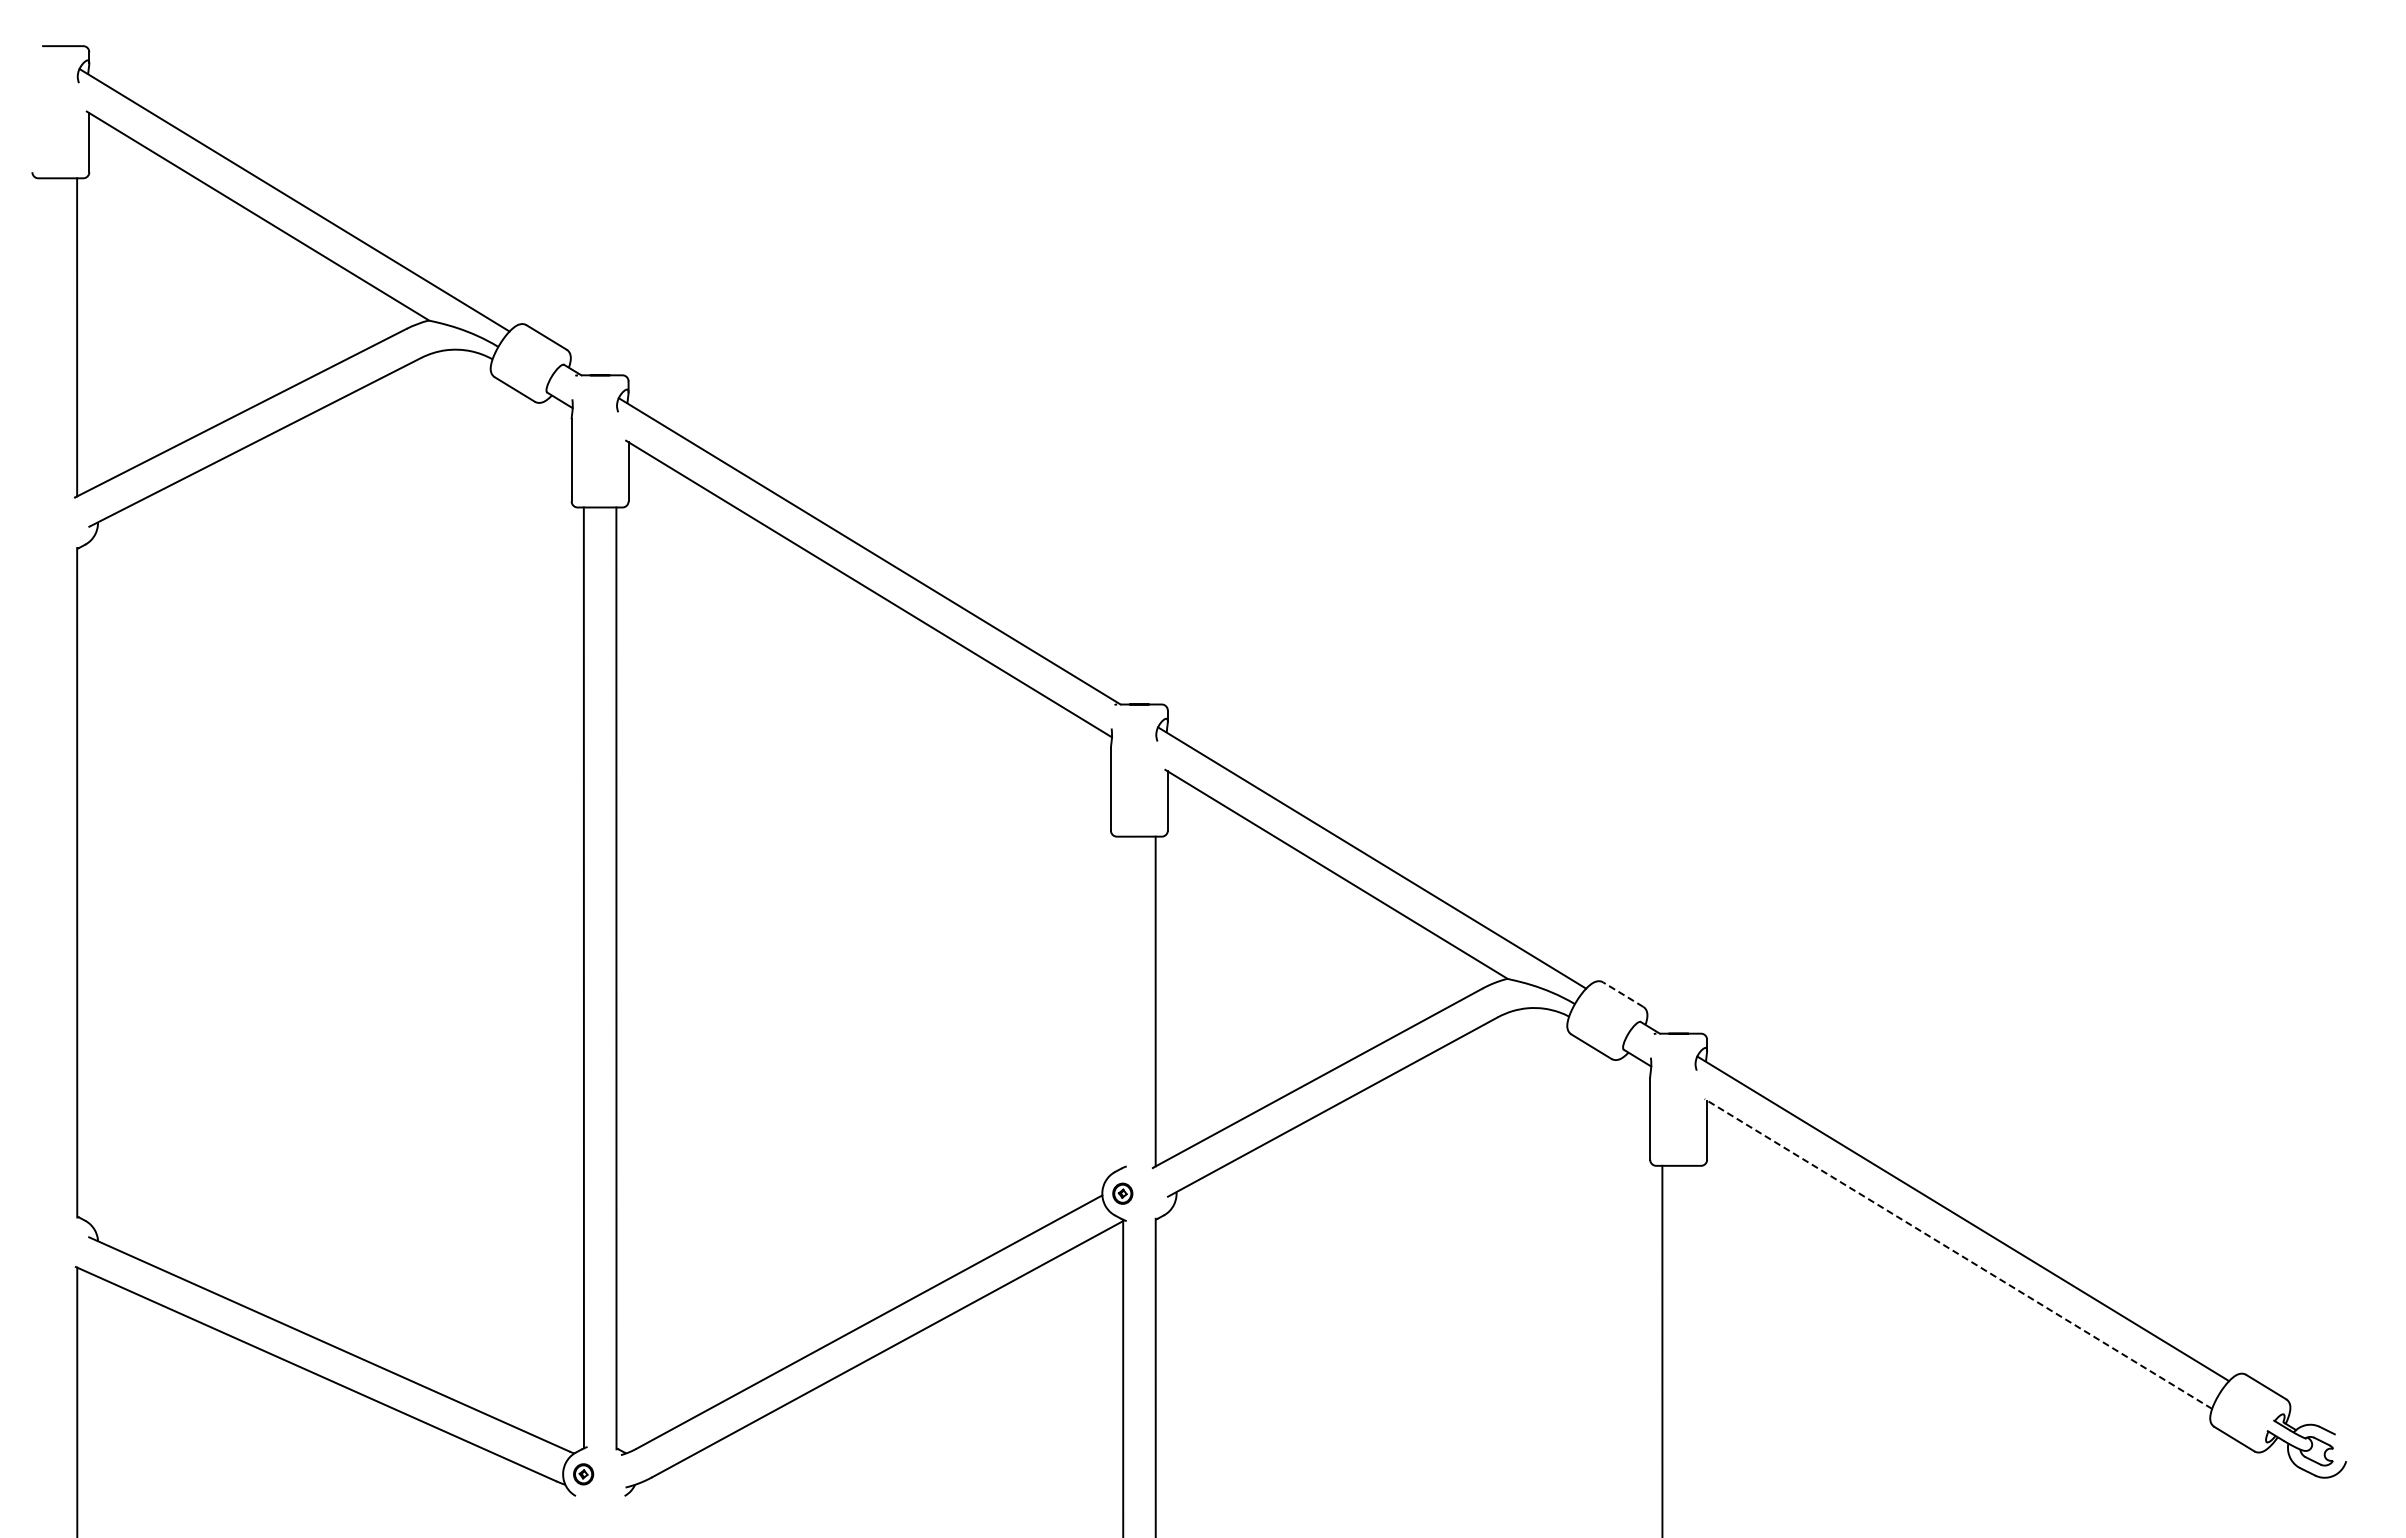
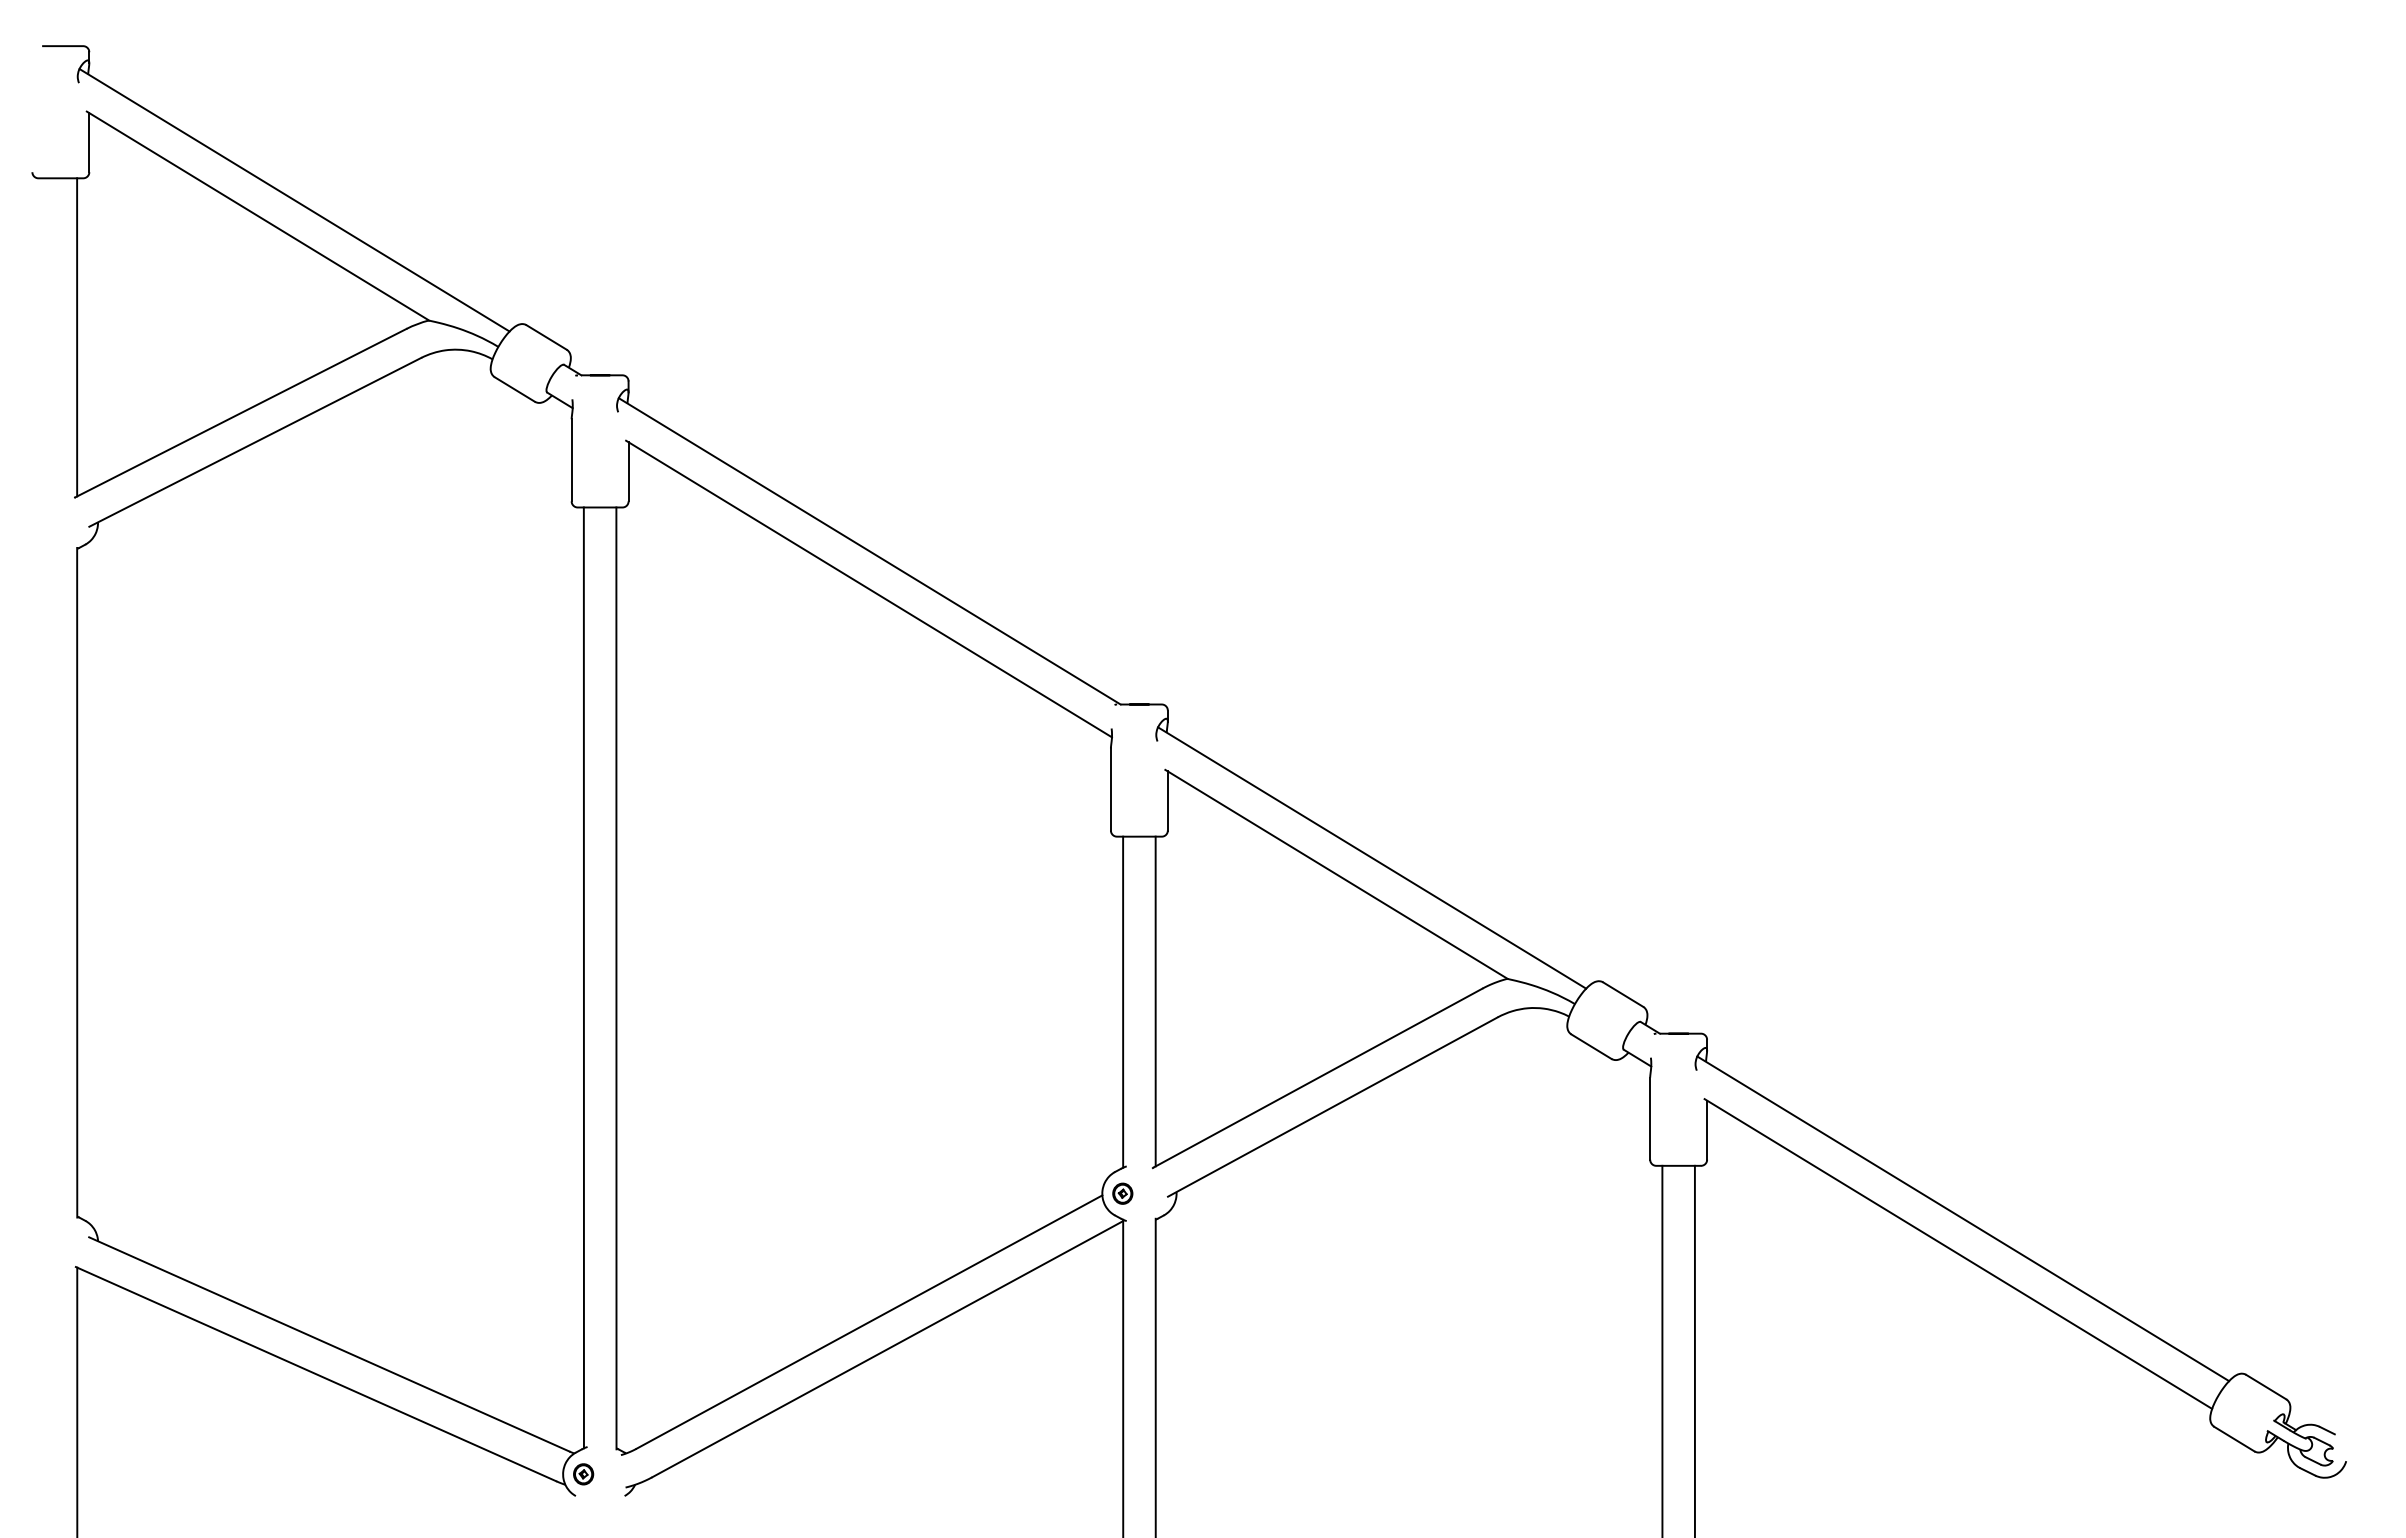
line at (1622, 994): dashed -> solid
line at (1123, 1001): none -> present
line at (1957, 1253): dashed -> solid
line at (1694, 1349): none -> present
